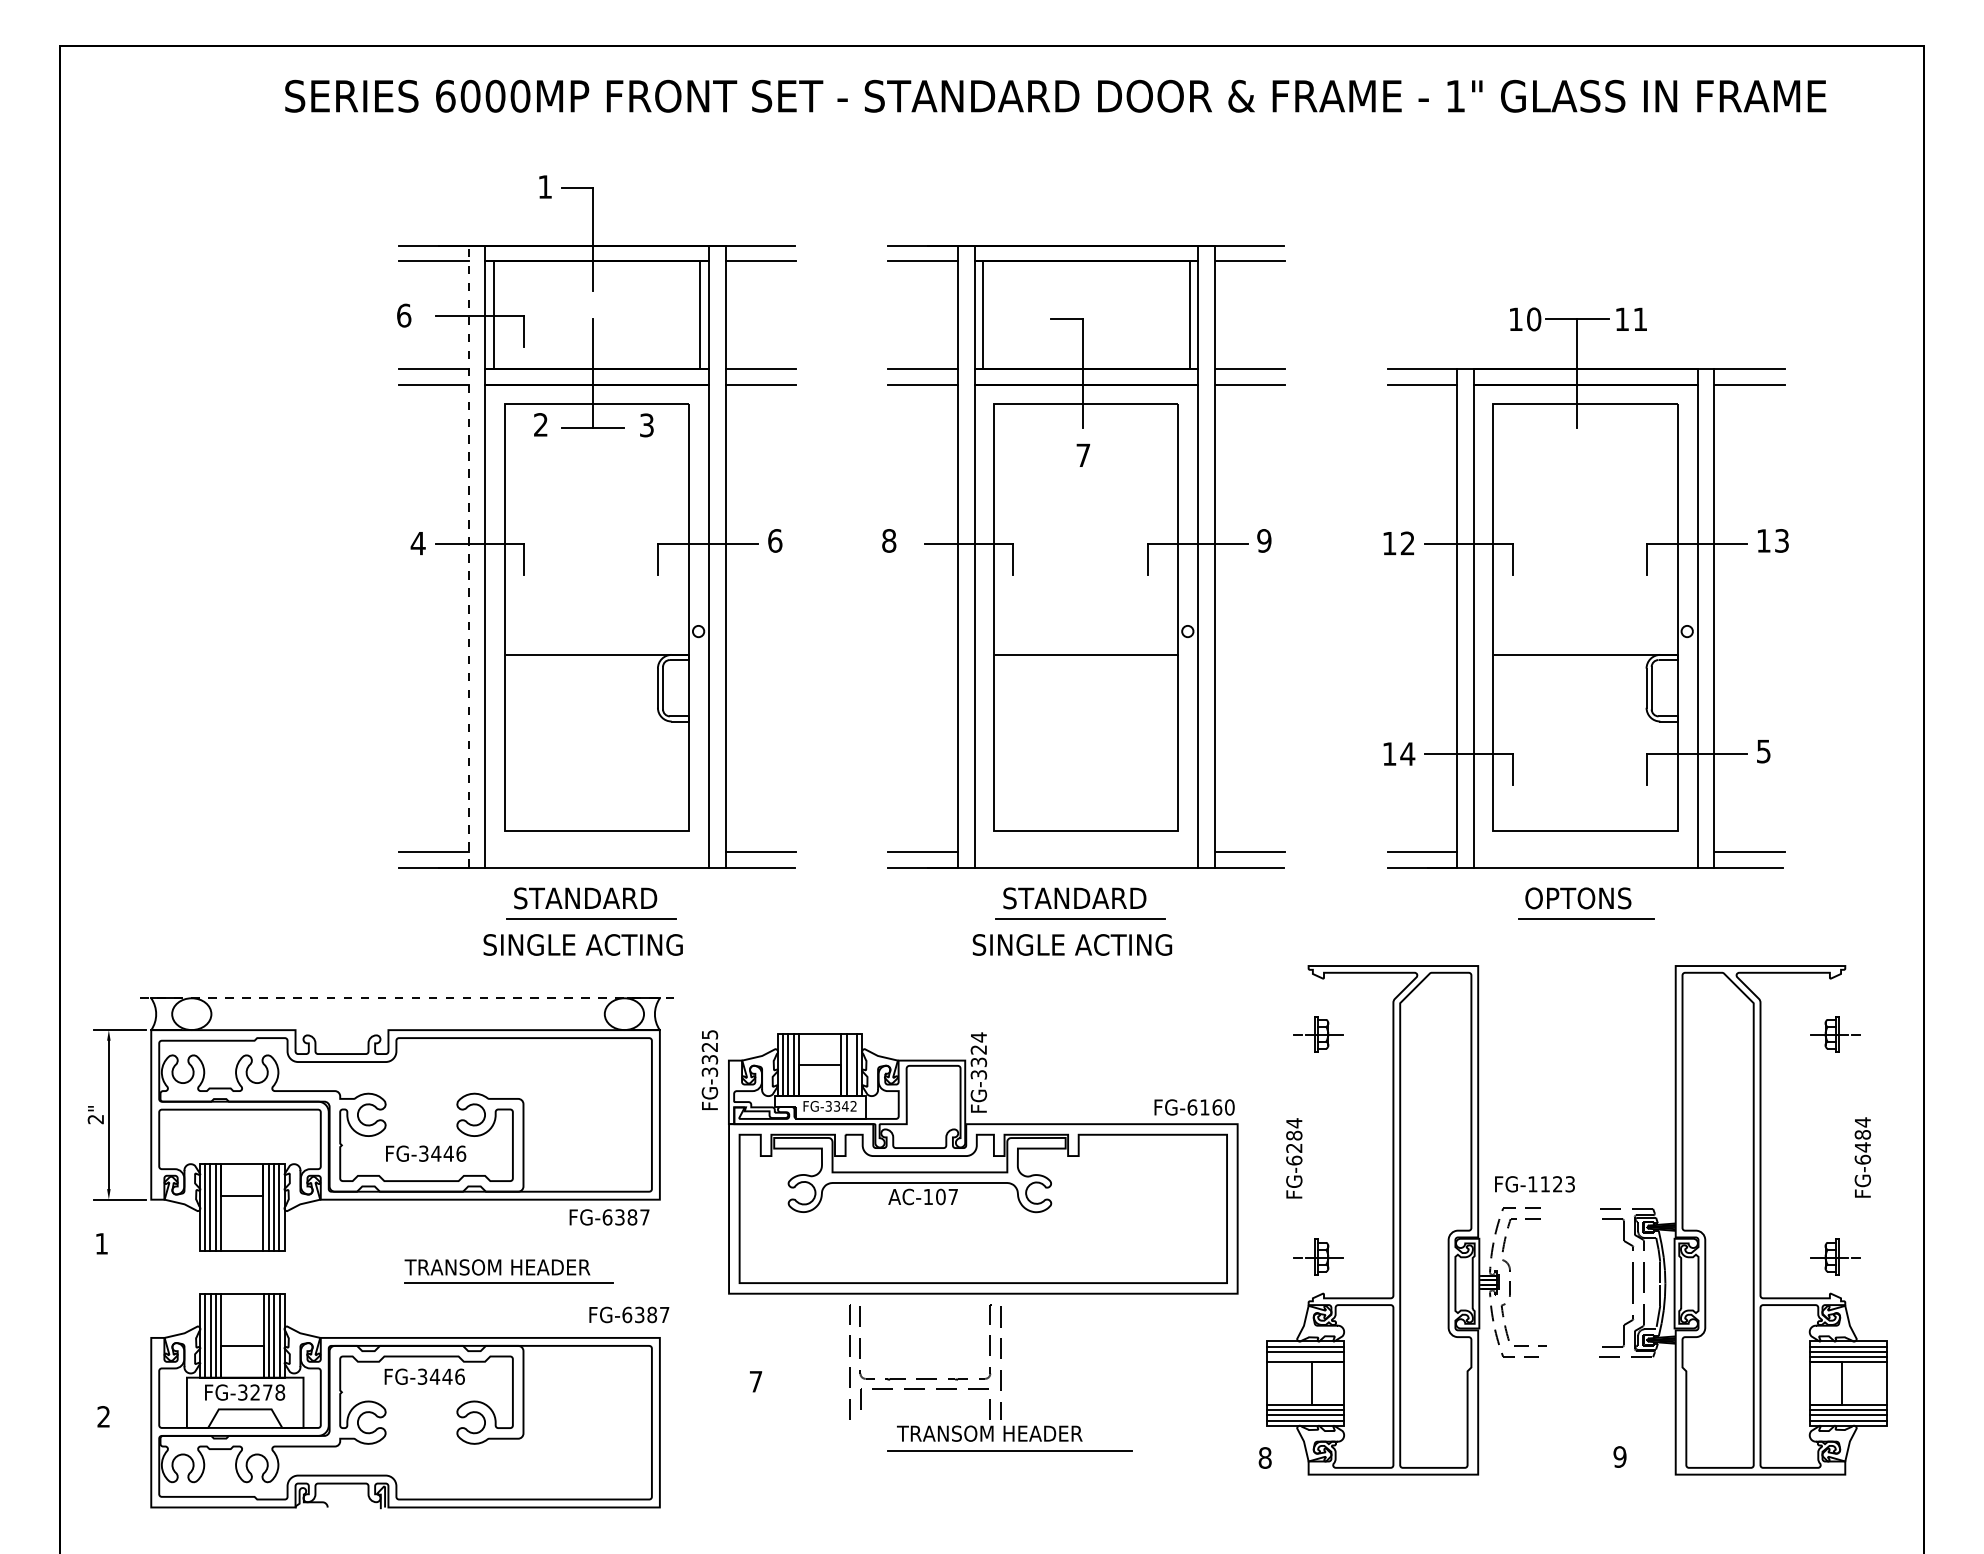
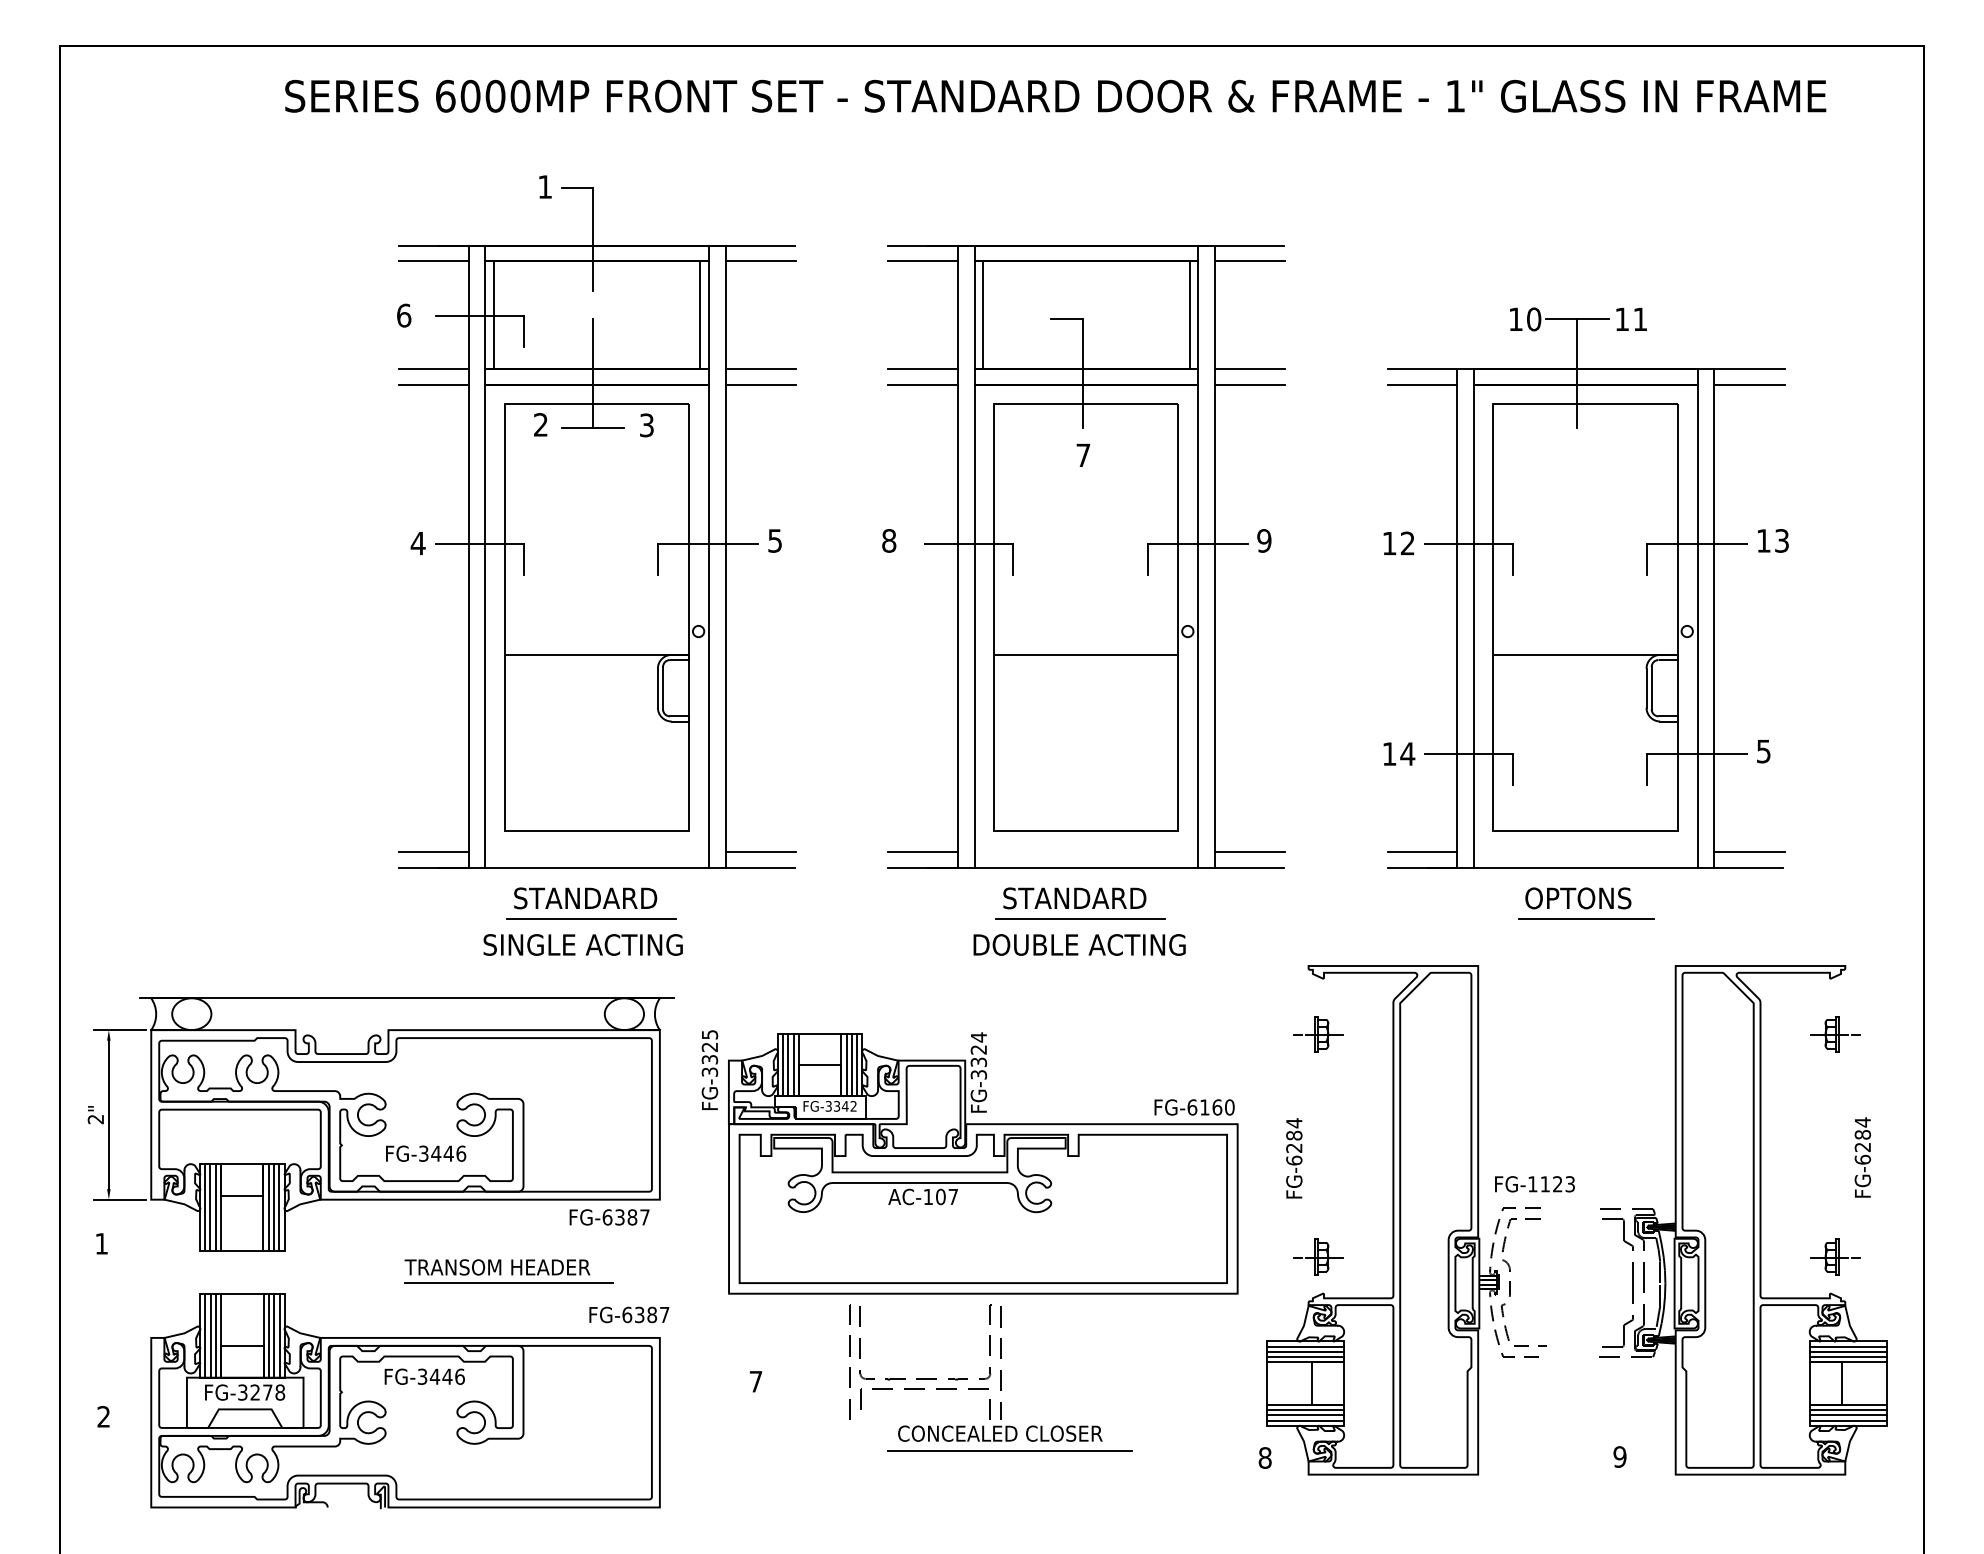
text at (775, 540): 6 -> 5
line at (468, 556): dashed -> solid
text at (1078, 944): SINGLE ACTING -> DOUBLE ACTING
line at (407, 998): dashed -> solid
line at (851, 1065): none -> present
text at (1862, 1147): FG-6484 -> FG-6284
line at (1304, 1357): none -> present
text at (999, 1433): TRANSOM HEADER -> CONCEALED CLOSER
